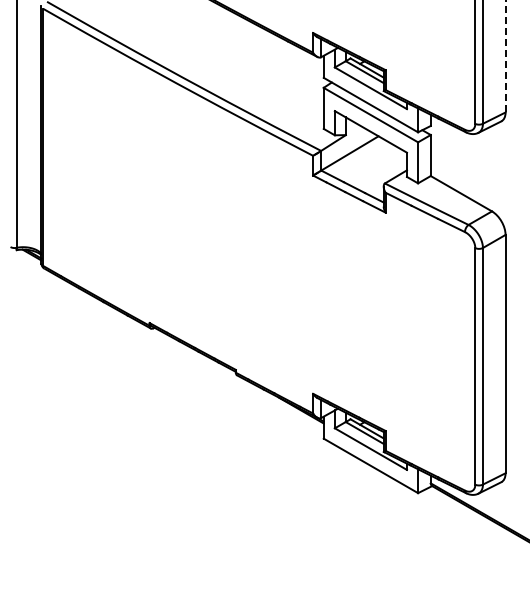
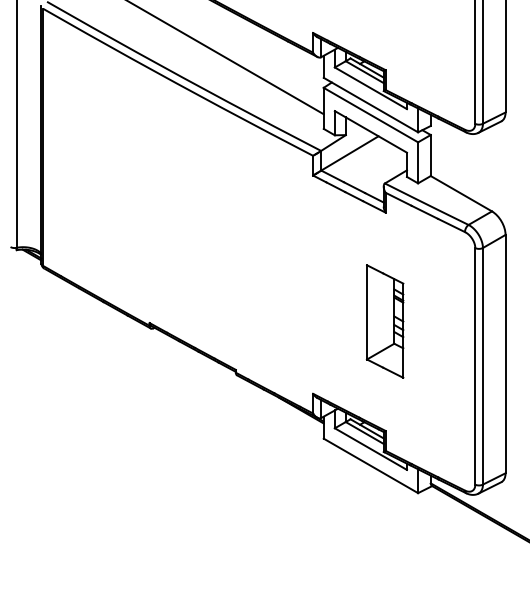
line at (505, 56): dashed -> solid
line at (226, 58): none -> present
part at (384, 321): none -> present
